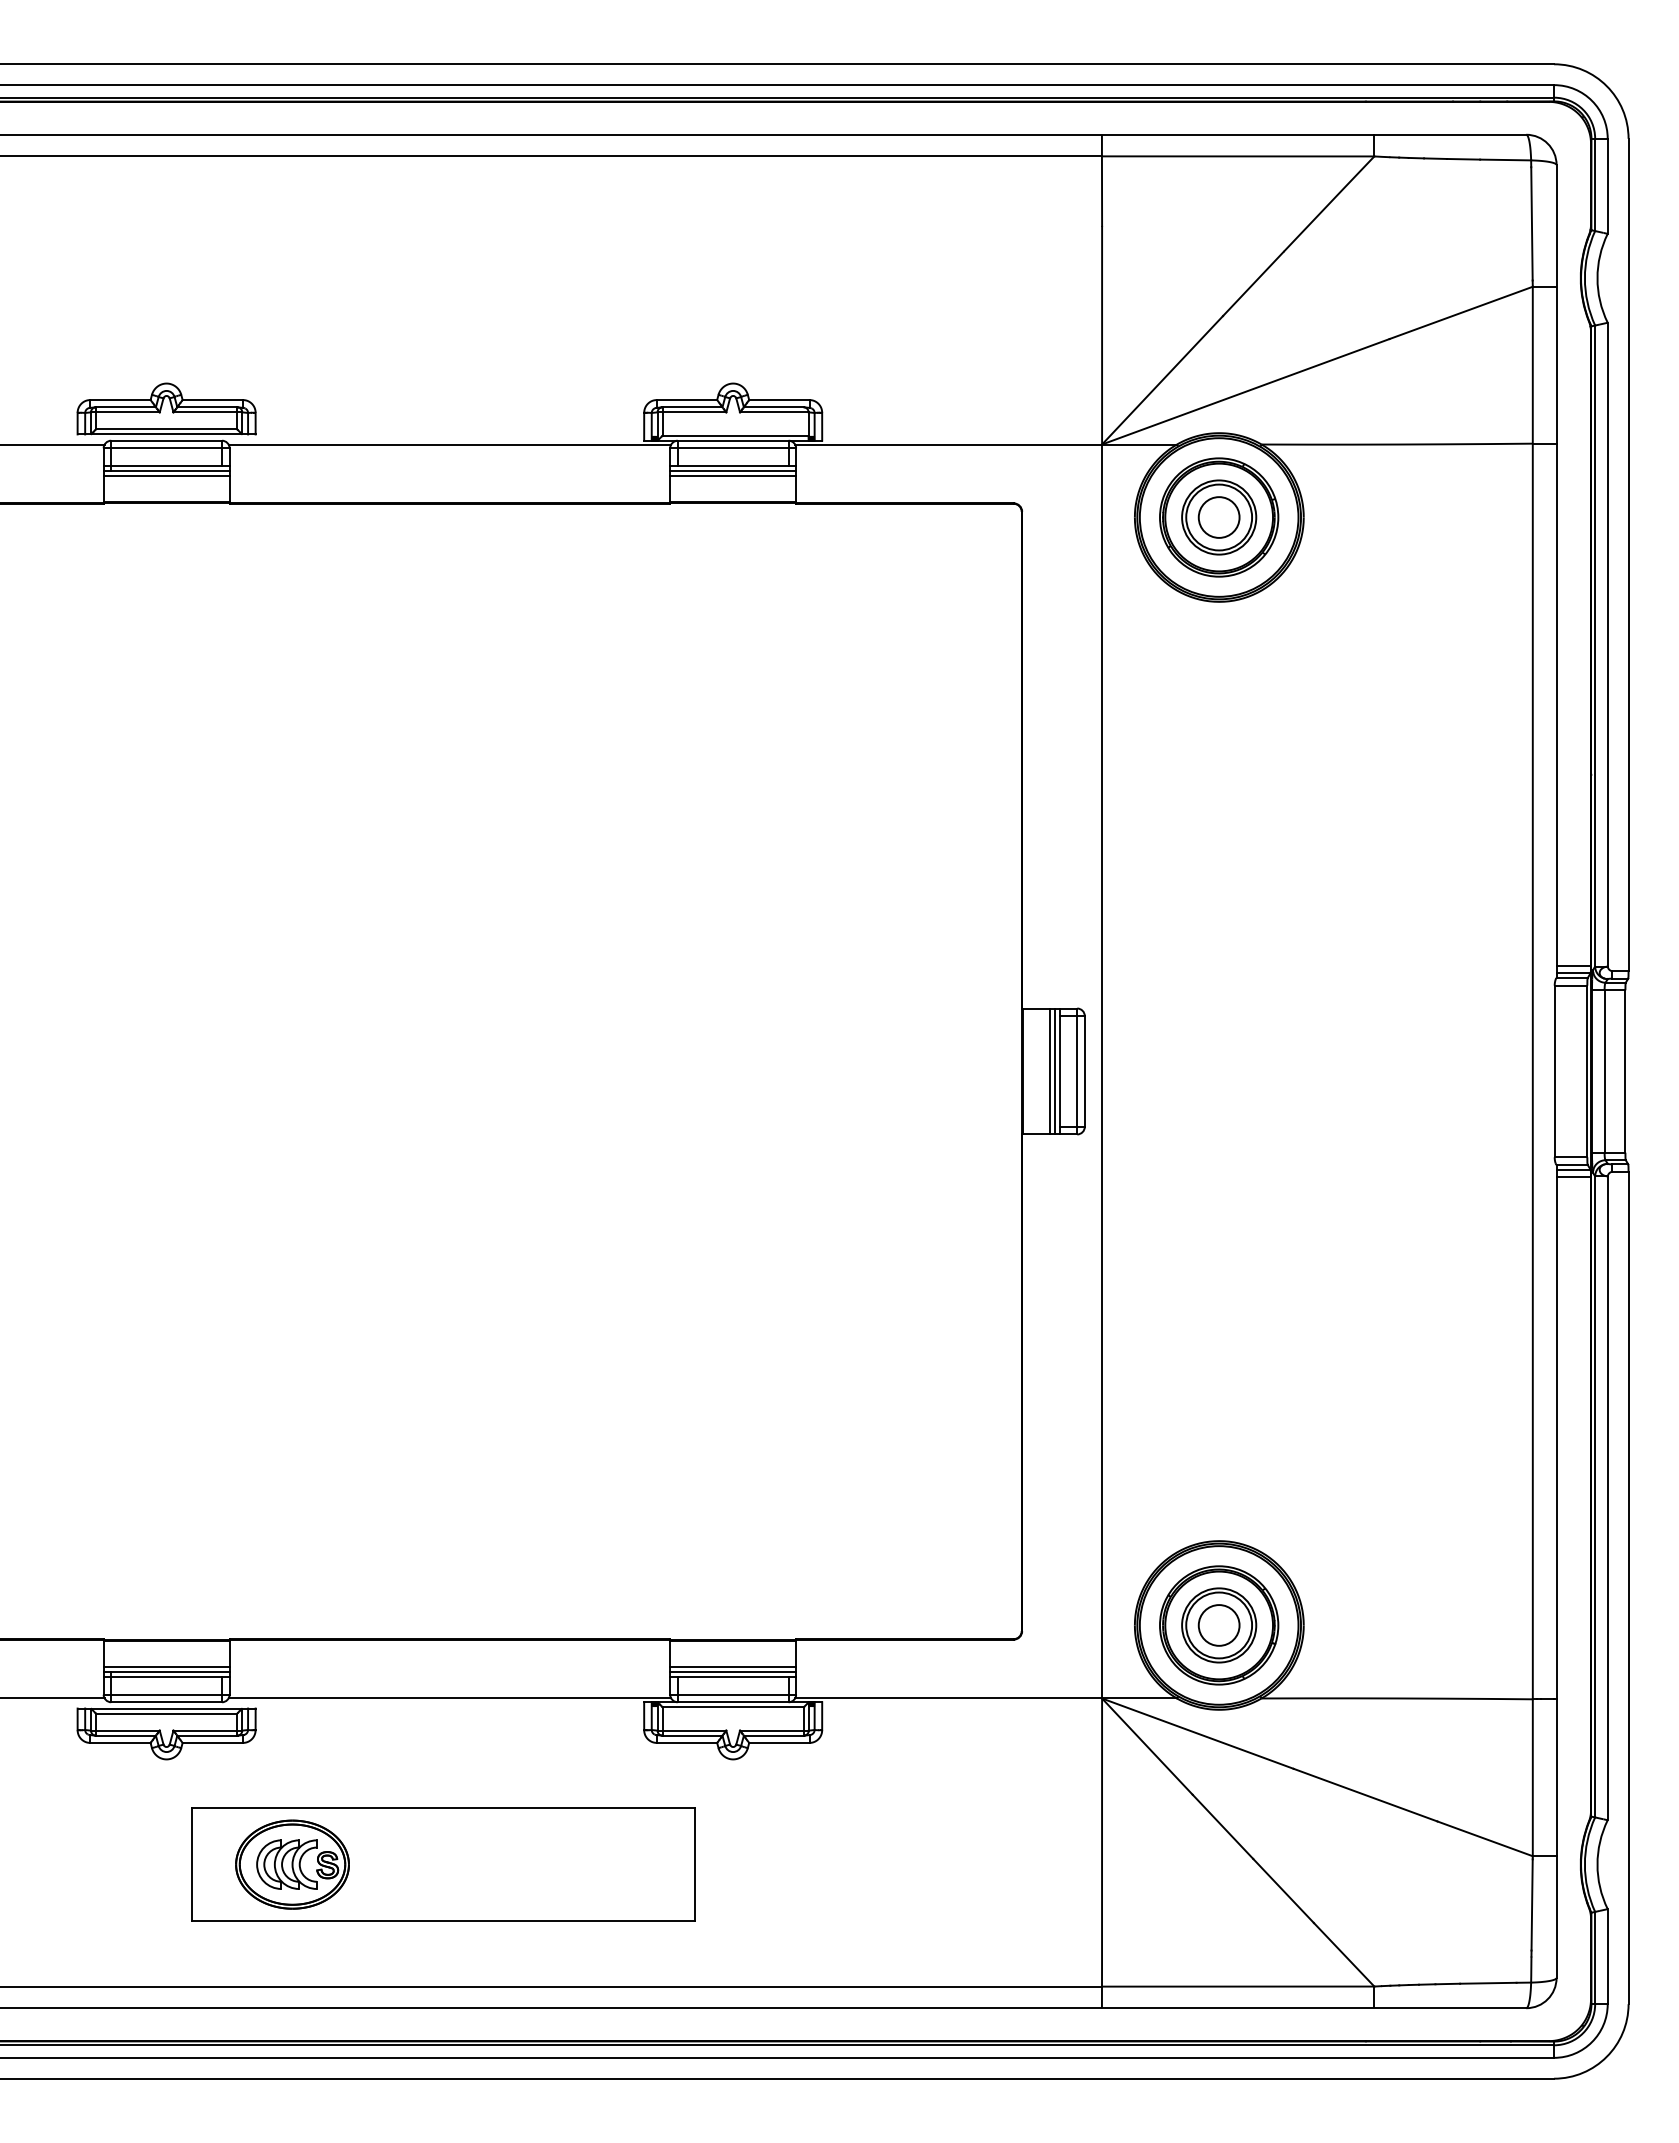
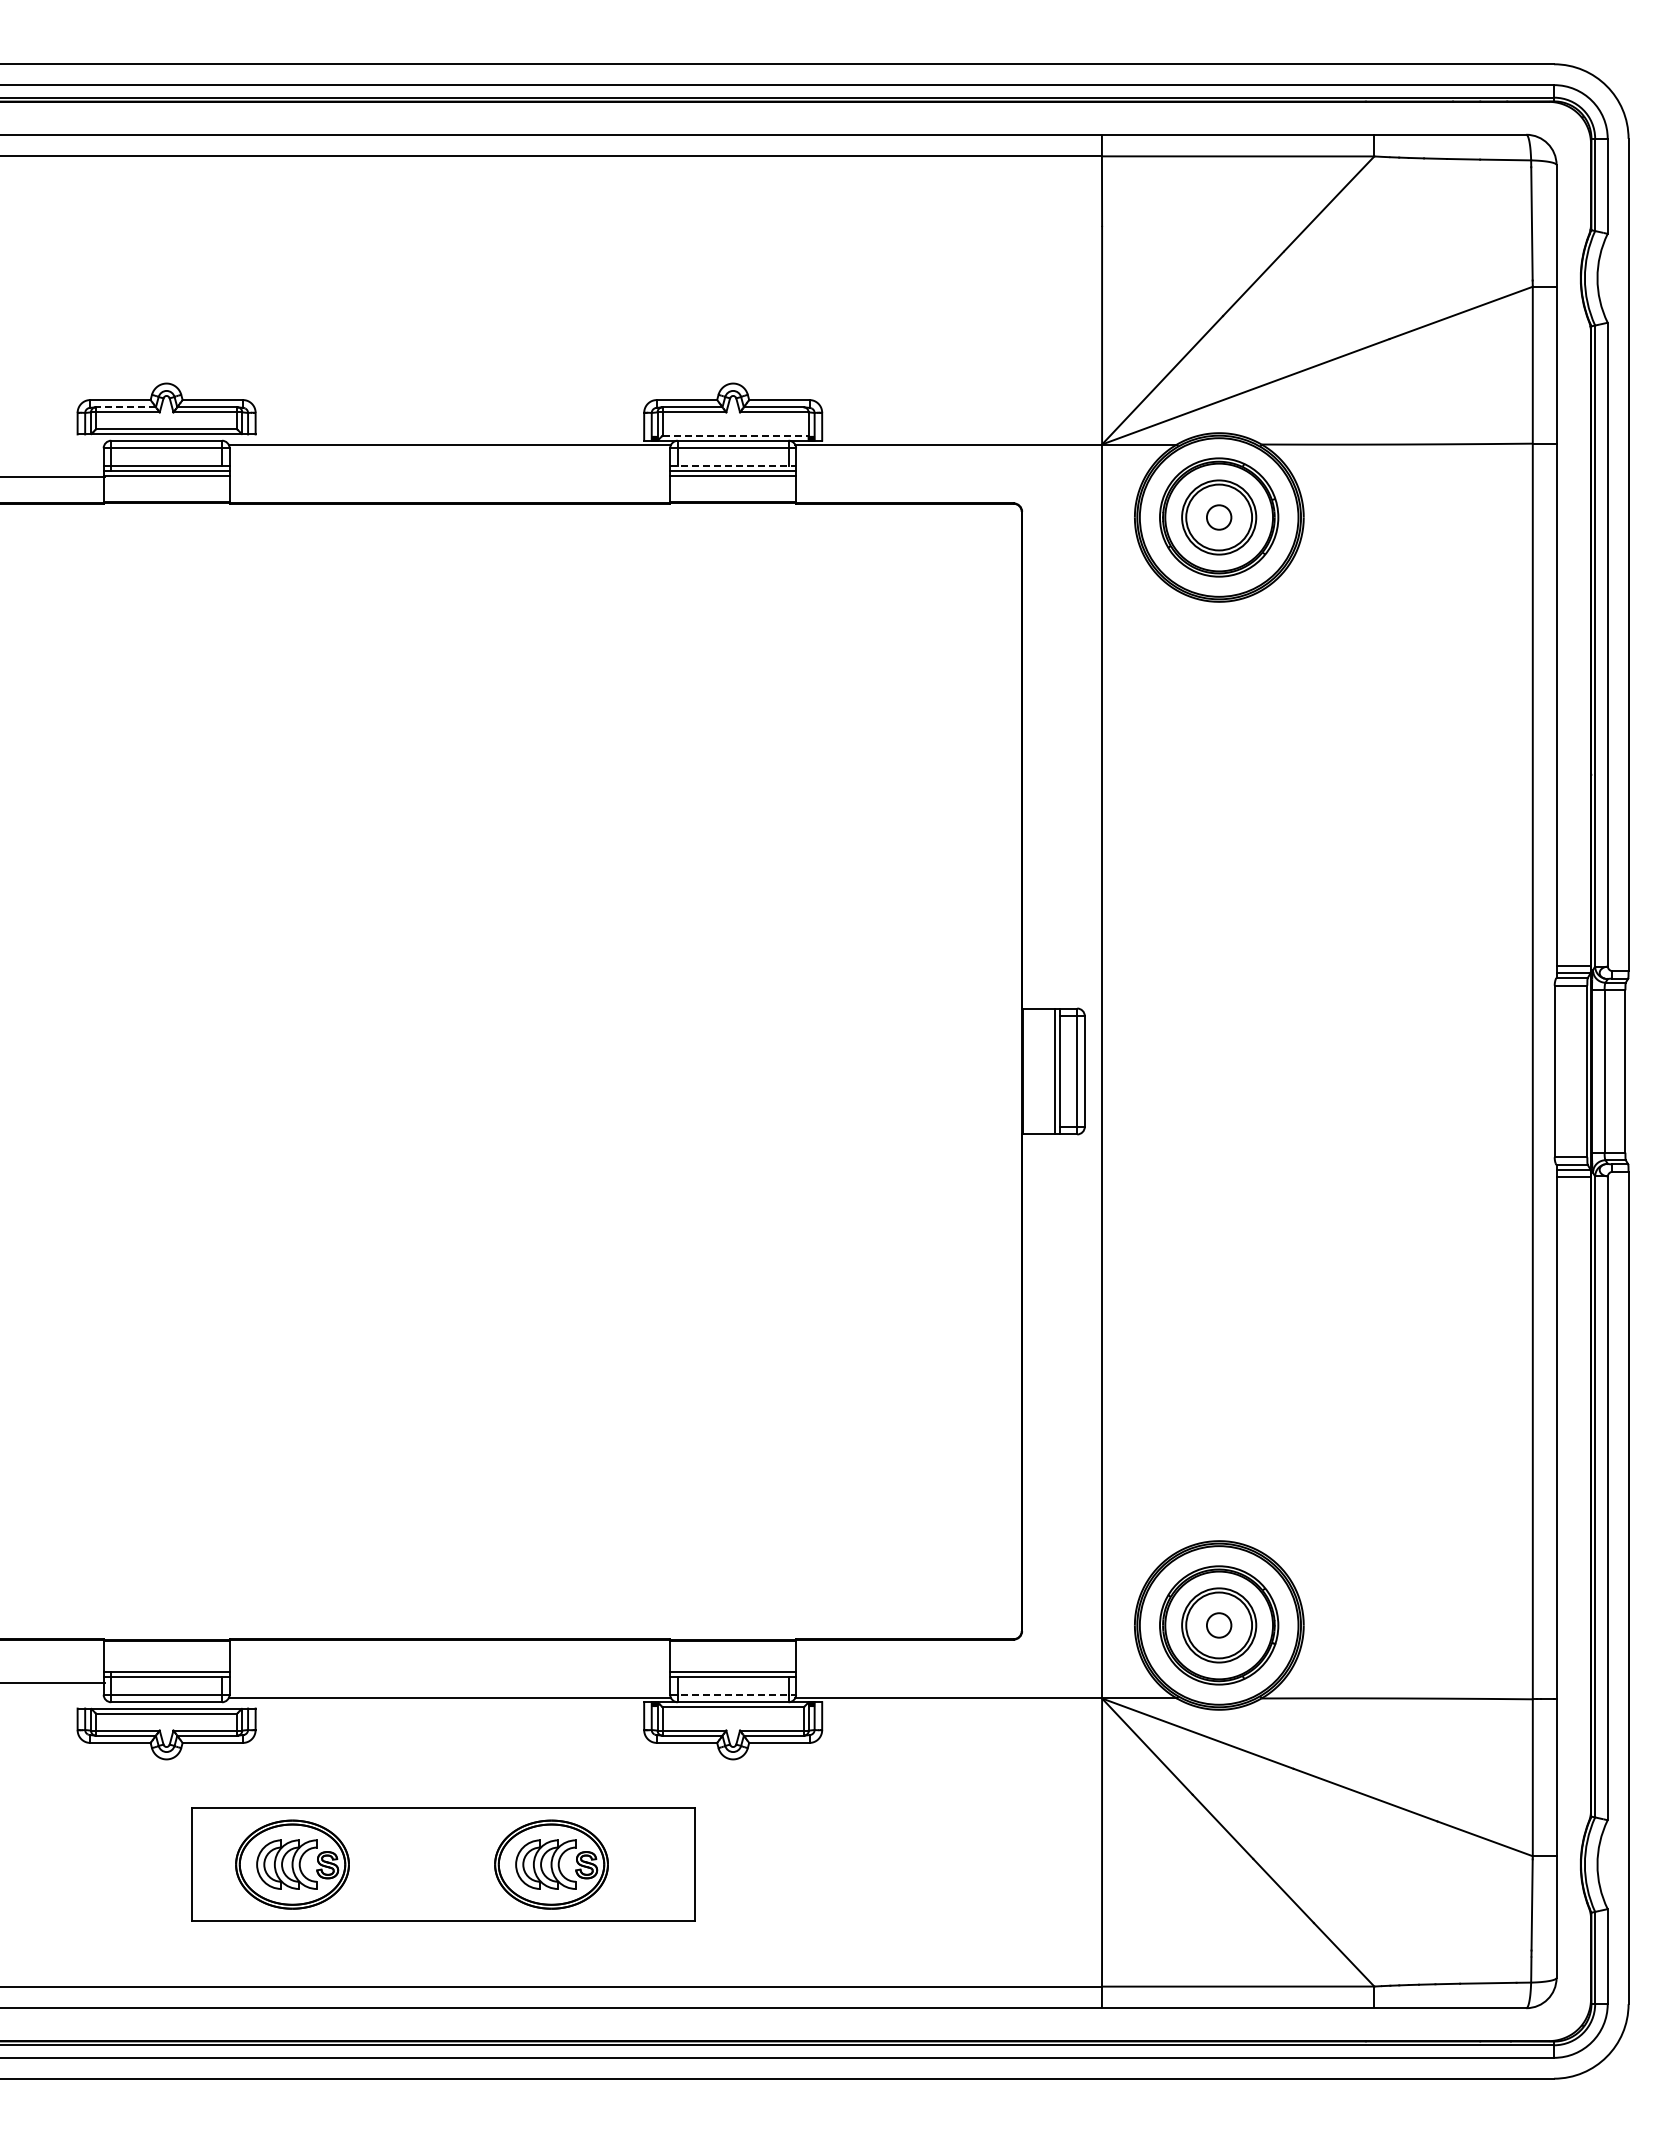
line at (125, 407): solid -> dashed
line at (735, 435): solid -> dashed
line at (53, 444) position: (53, 444) -> (53, 476)
line at (733, 466): solid -> dashed
circle at (1218, 517) diameter: 41 px -> 24 px
line at (1049, 1071): present -> none
circle at (1218, 1625) diameter: 41 px -> 24 px
line at (166, 1666): present -> none
line at (733, 1666): present -> none
line at (733, 1694): solid -> dashed
line at (53, 1698) position: (53, 1698) -> (53, 1683)
part at (551, 1864): none -> present
